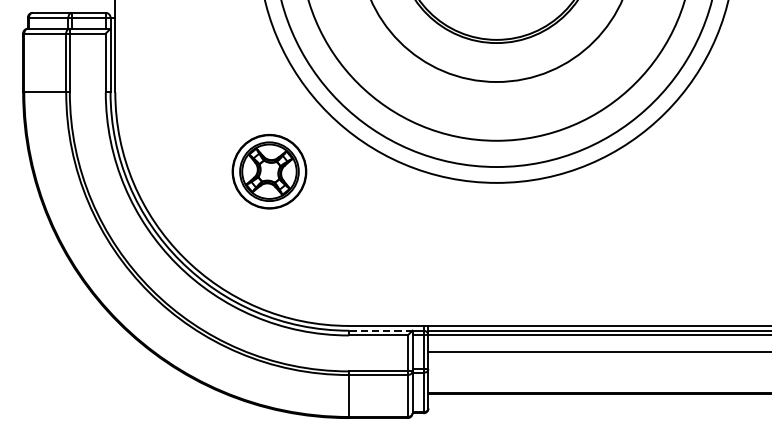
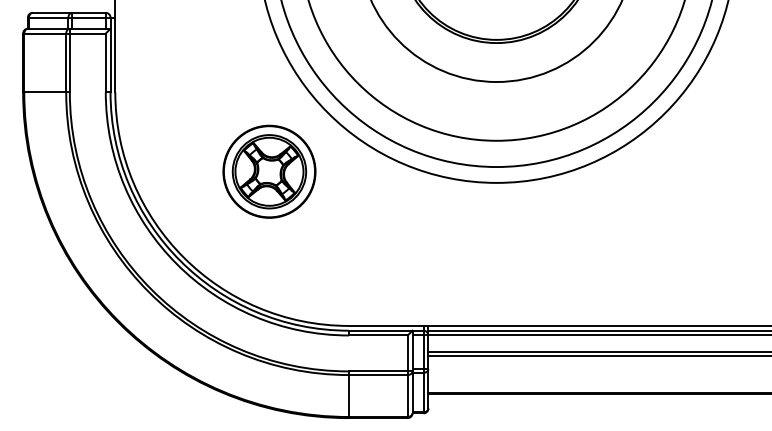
part at (269, 171) size: 77x76 px -> 95x95 px
line at (380, 330): dashed -> solid
line at (598, 355): none -> present
